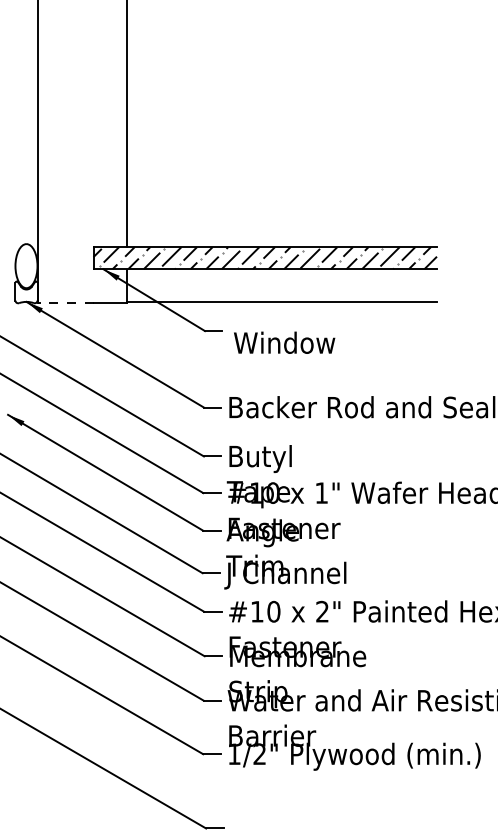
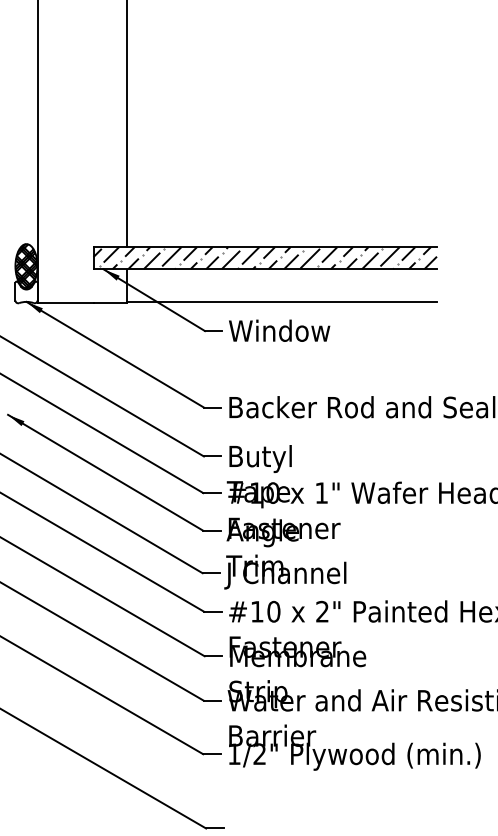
hatch at (26, 266): none -> present
line at (65, 303): dashed -> solid
text at (284, 342) position: (284, 342) -> (279, 330)
